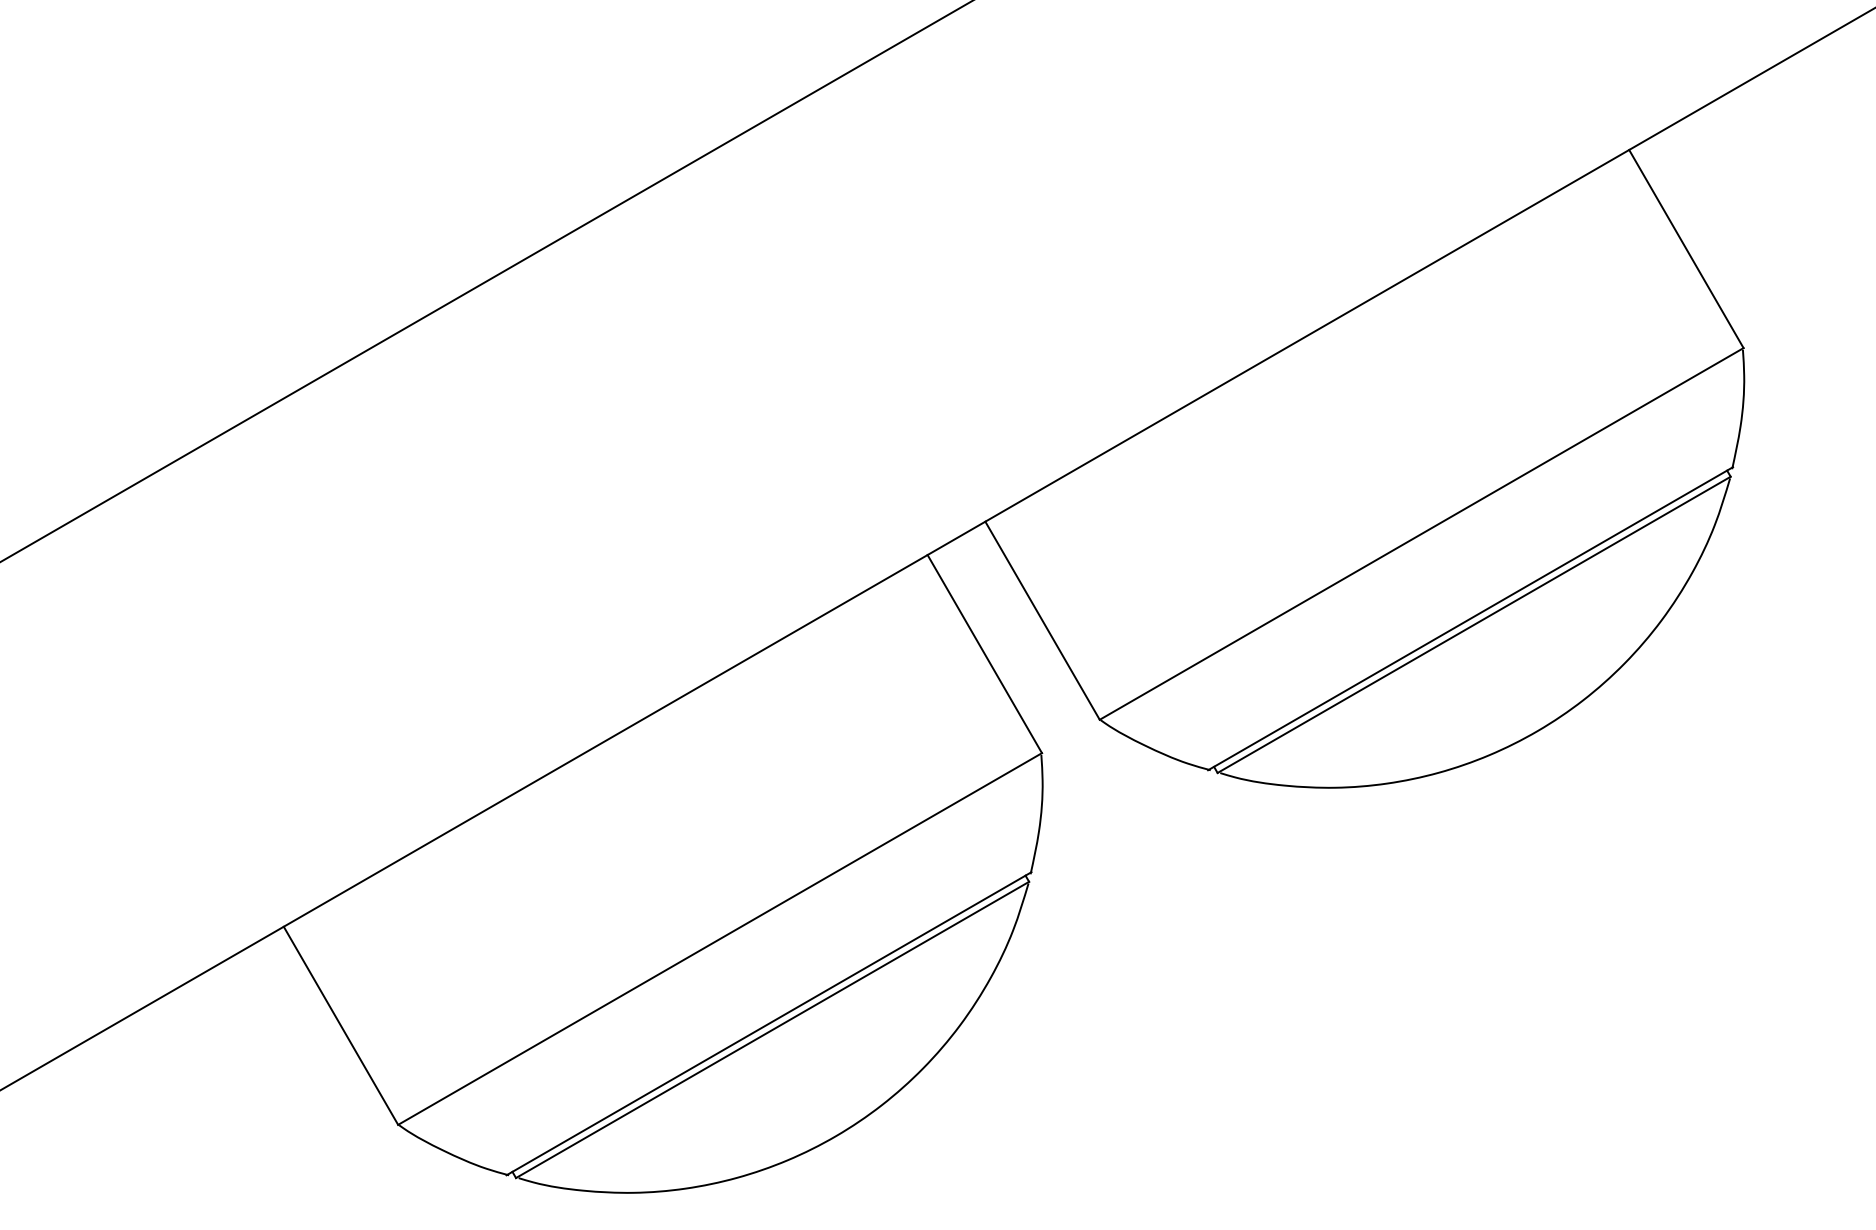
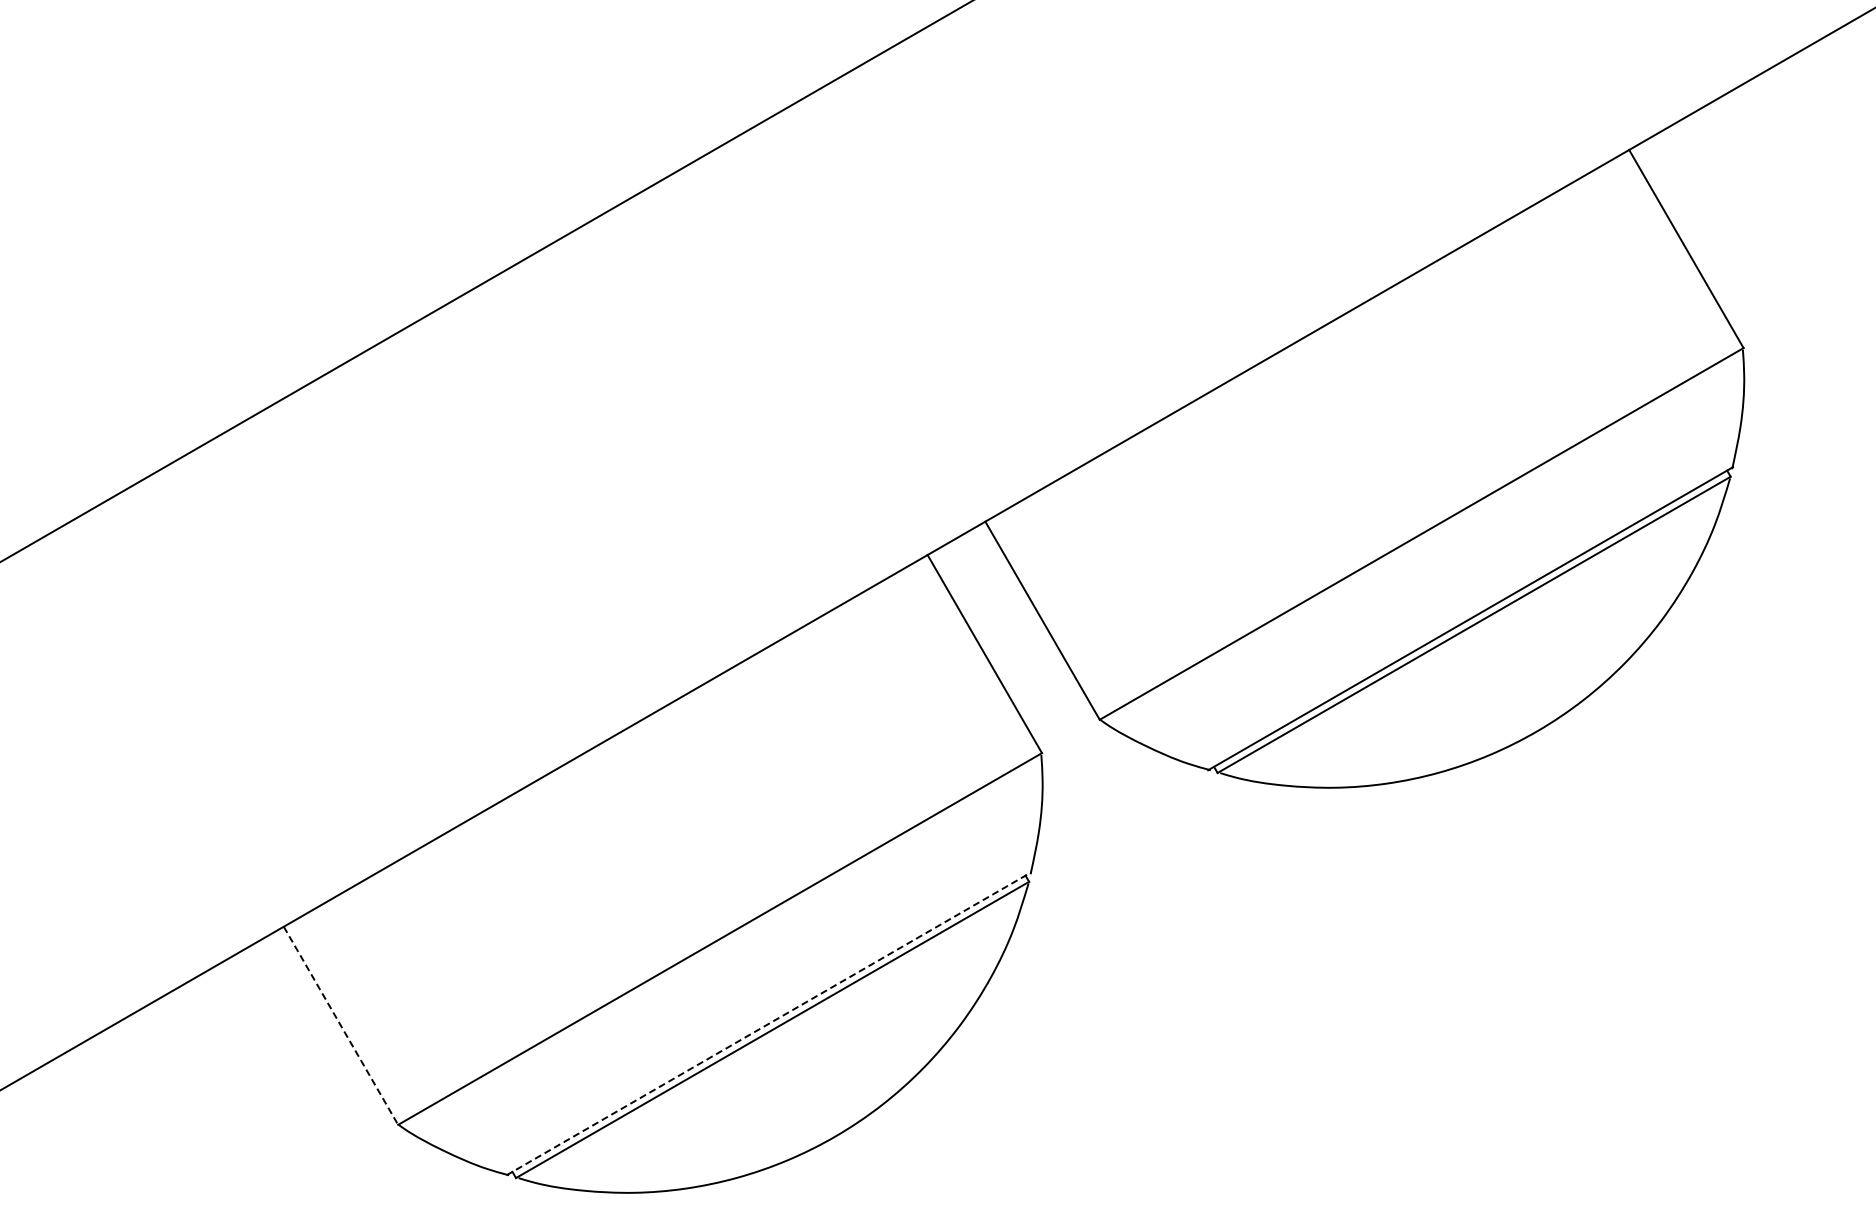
line at (769, 1023): solid -> dashed
line at (341, 1026): solid -> dashed
